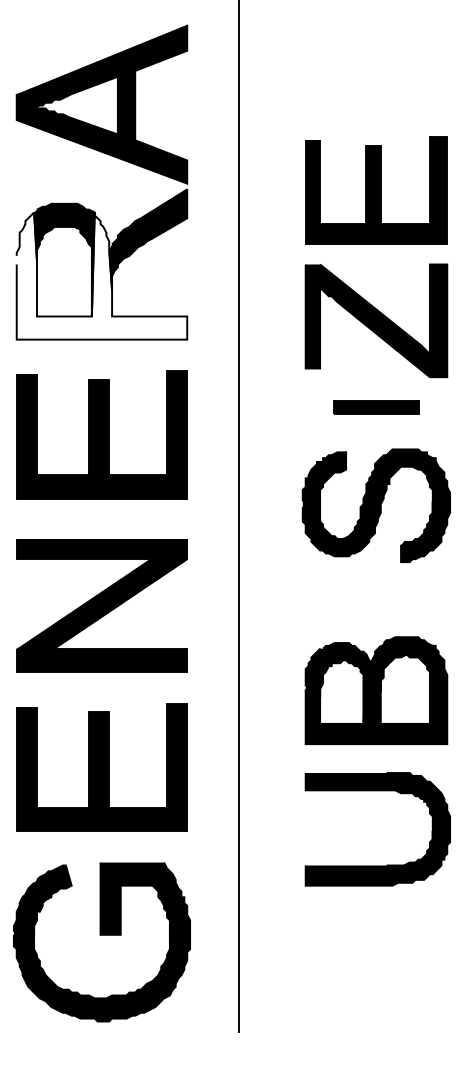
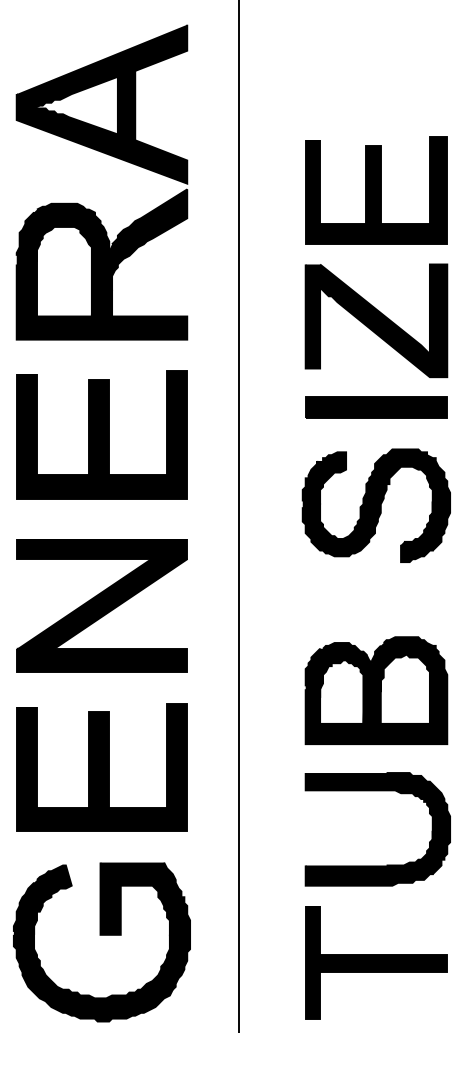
fill at (101, 275): none -> present
part at (376, 407) size: 87x15 px -> 143x23 px
part at (376, 962): none -> present
